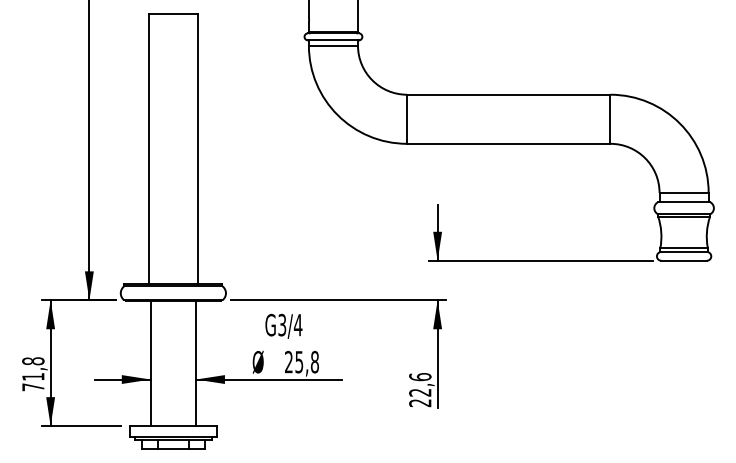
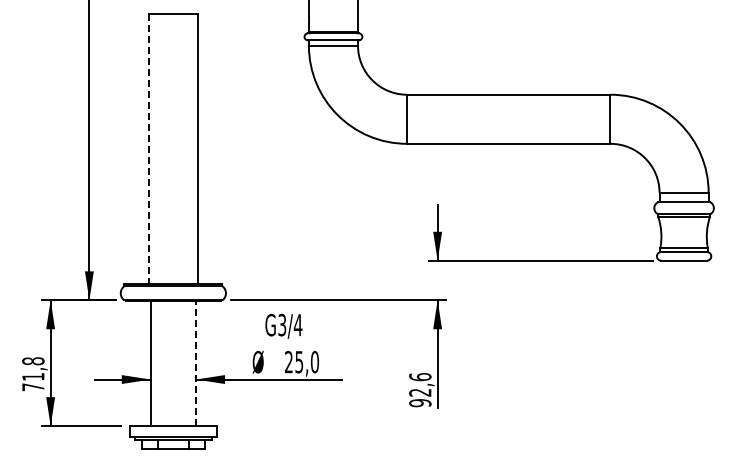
line at (148, 149): solid -> dashed
text at (314, 362): 25,8 -> 25,0
line at (196, 363): solid -> dashed
text at (420, 403): 22,6 -> 92,6
